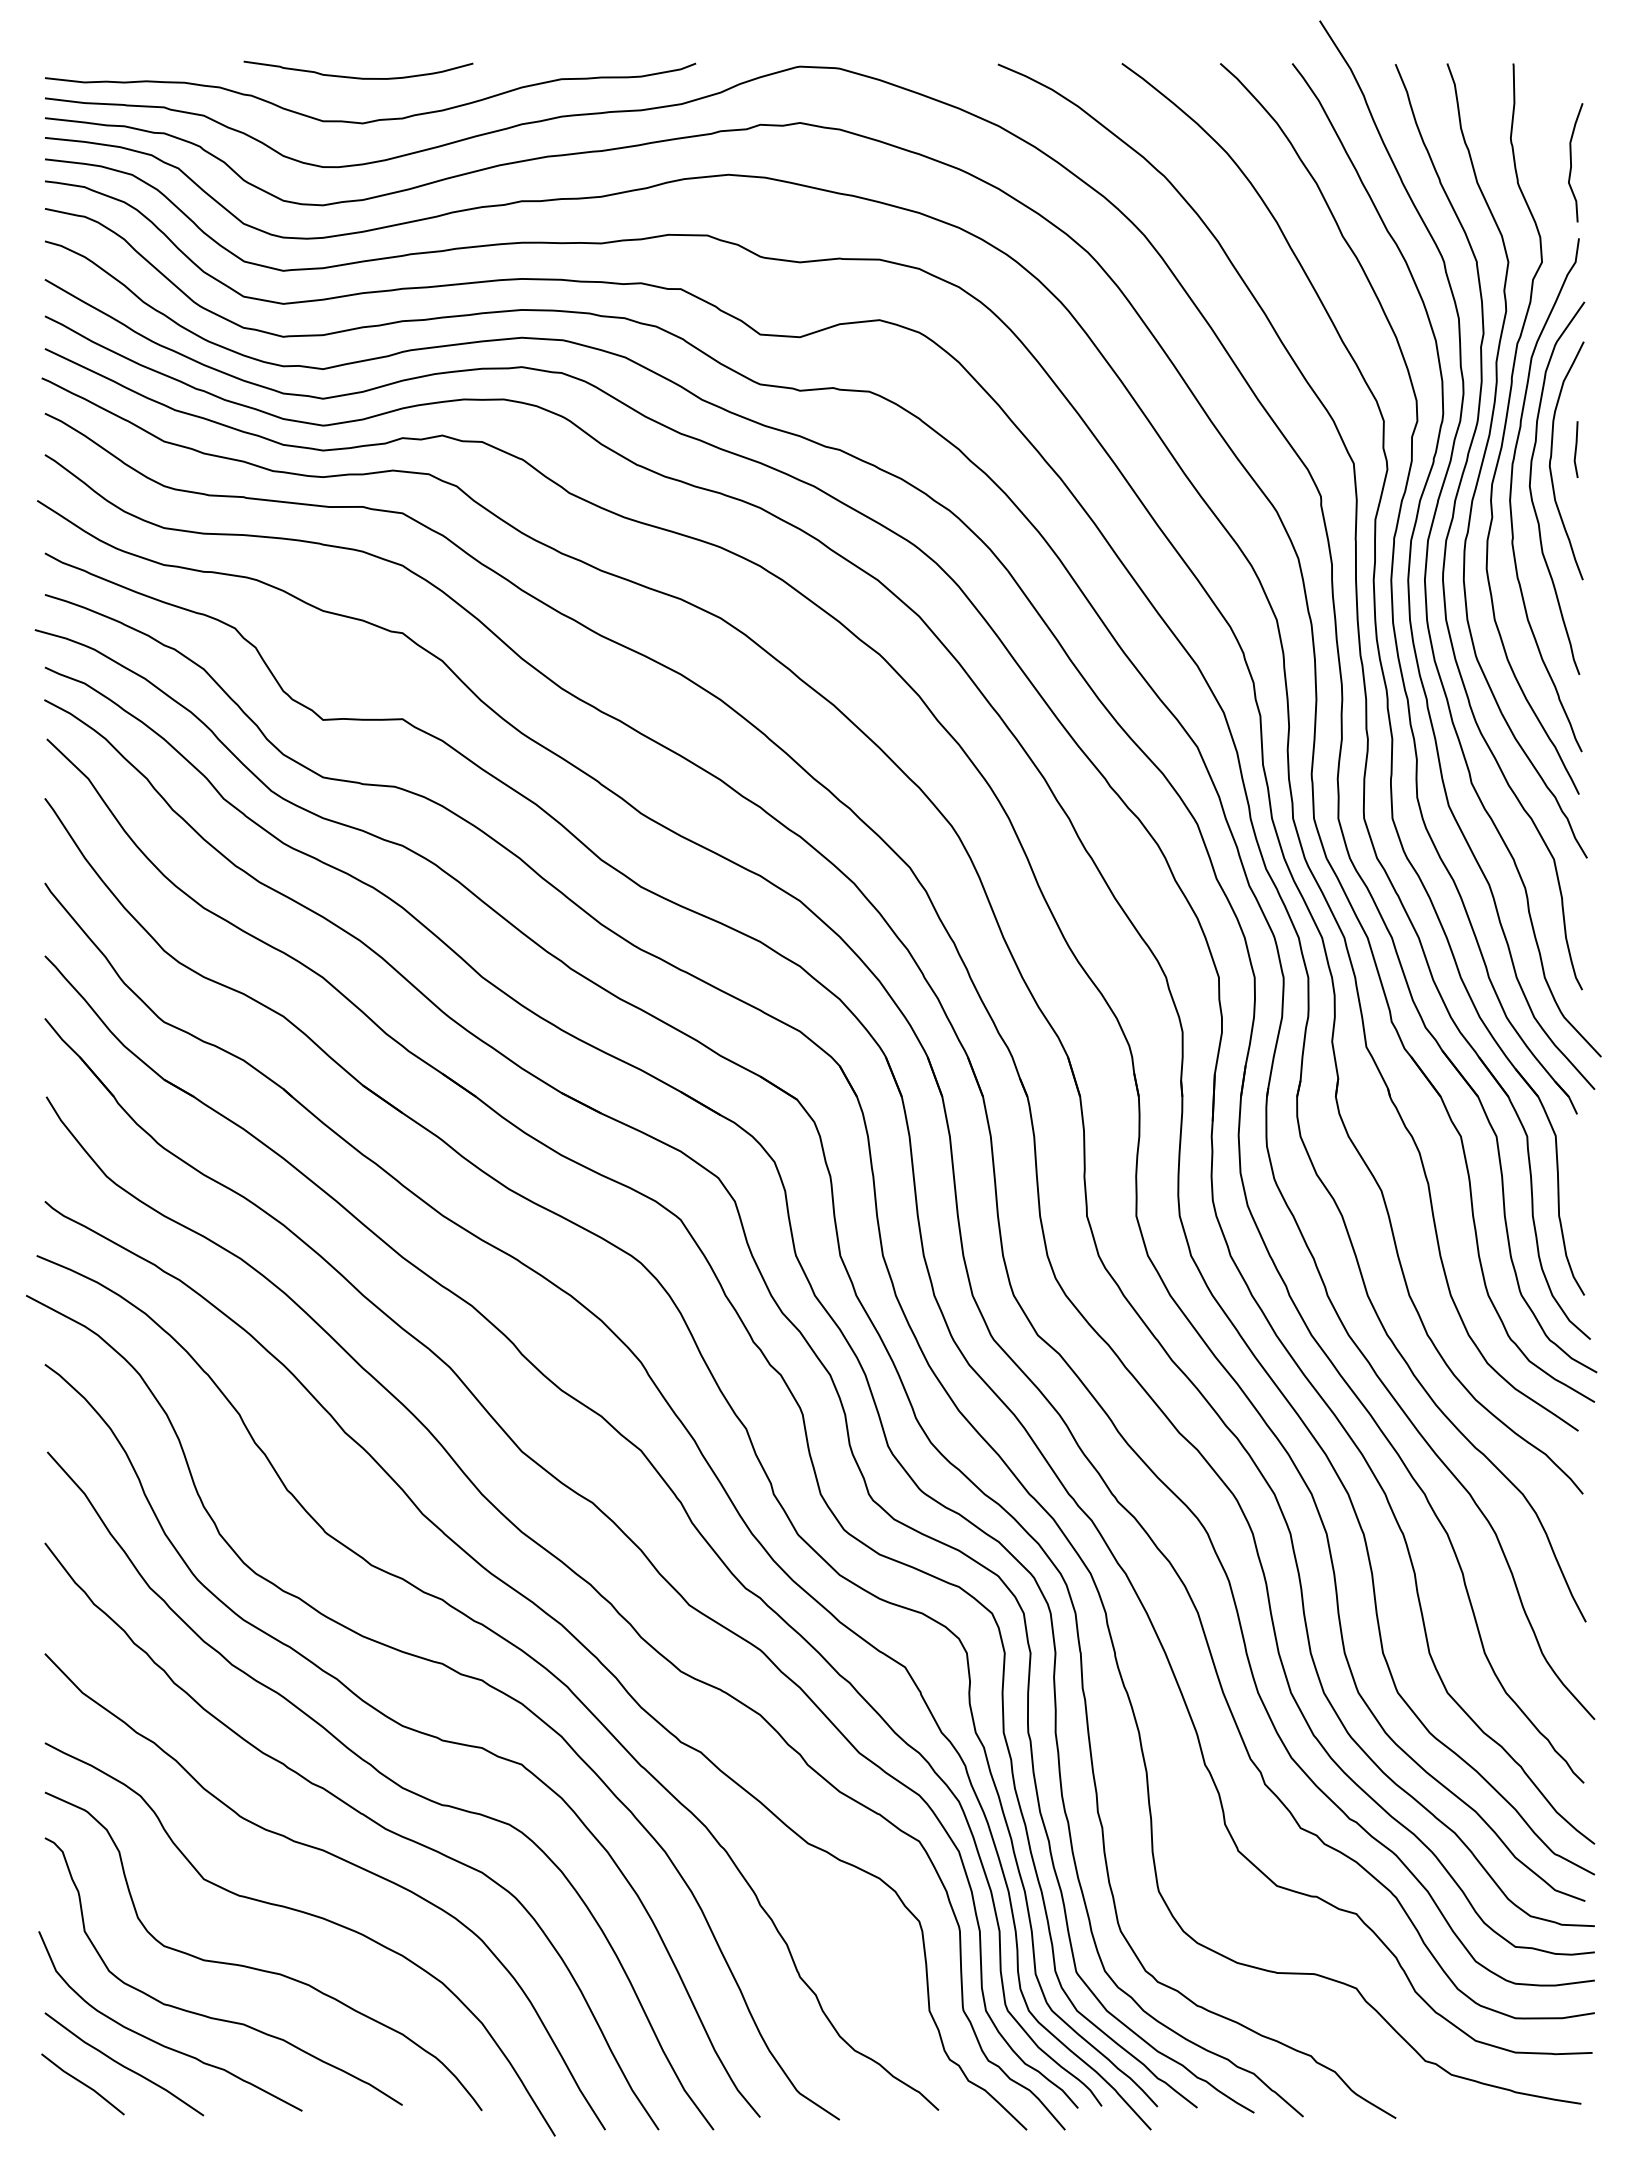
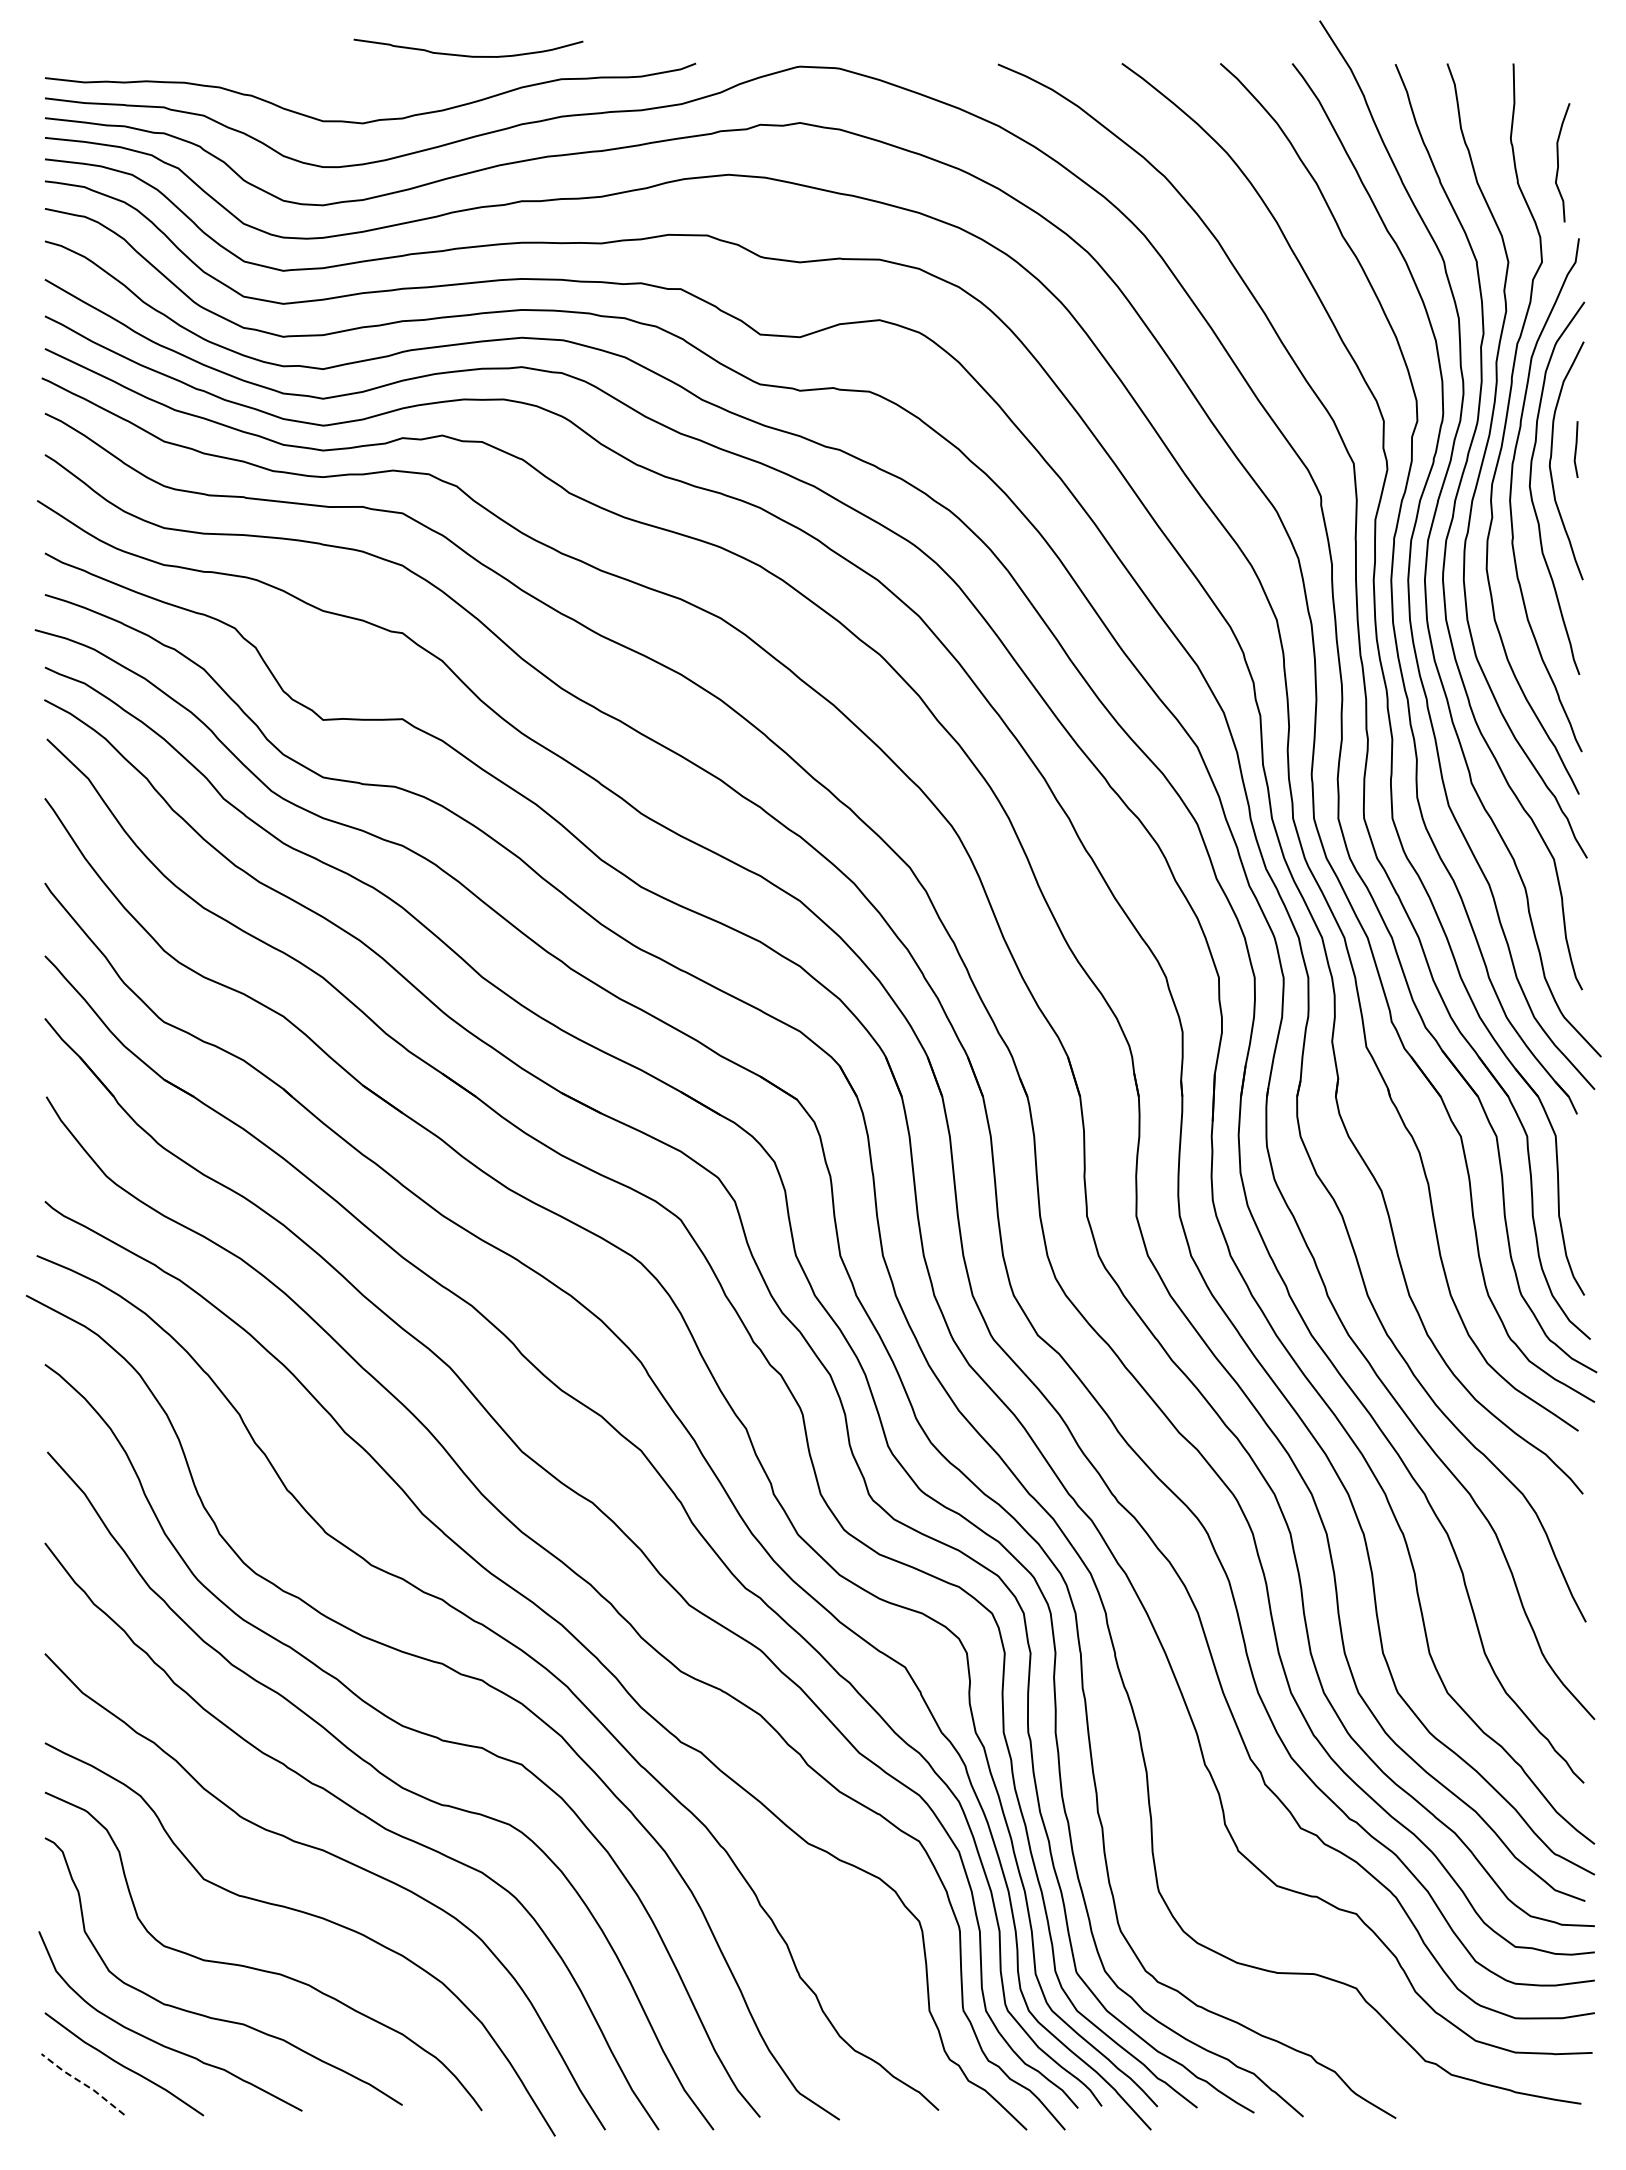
curve at (358, 77) position: (358, 77) -> (468, 55)
curve at (1571, 162) position: (1571, 162) -> (1558, 162)
line at (83, 2083): solid -> dashed
